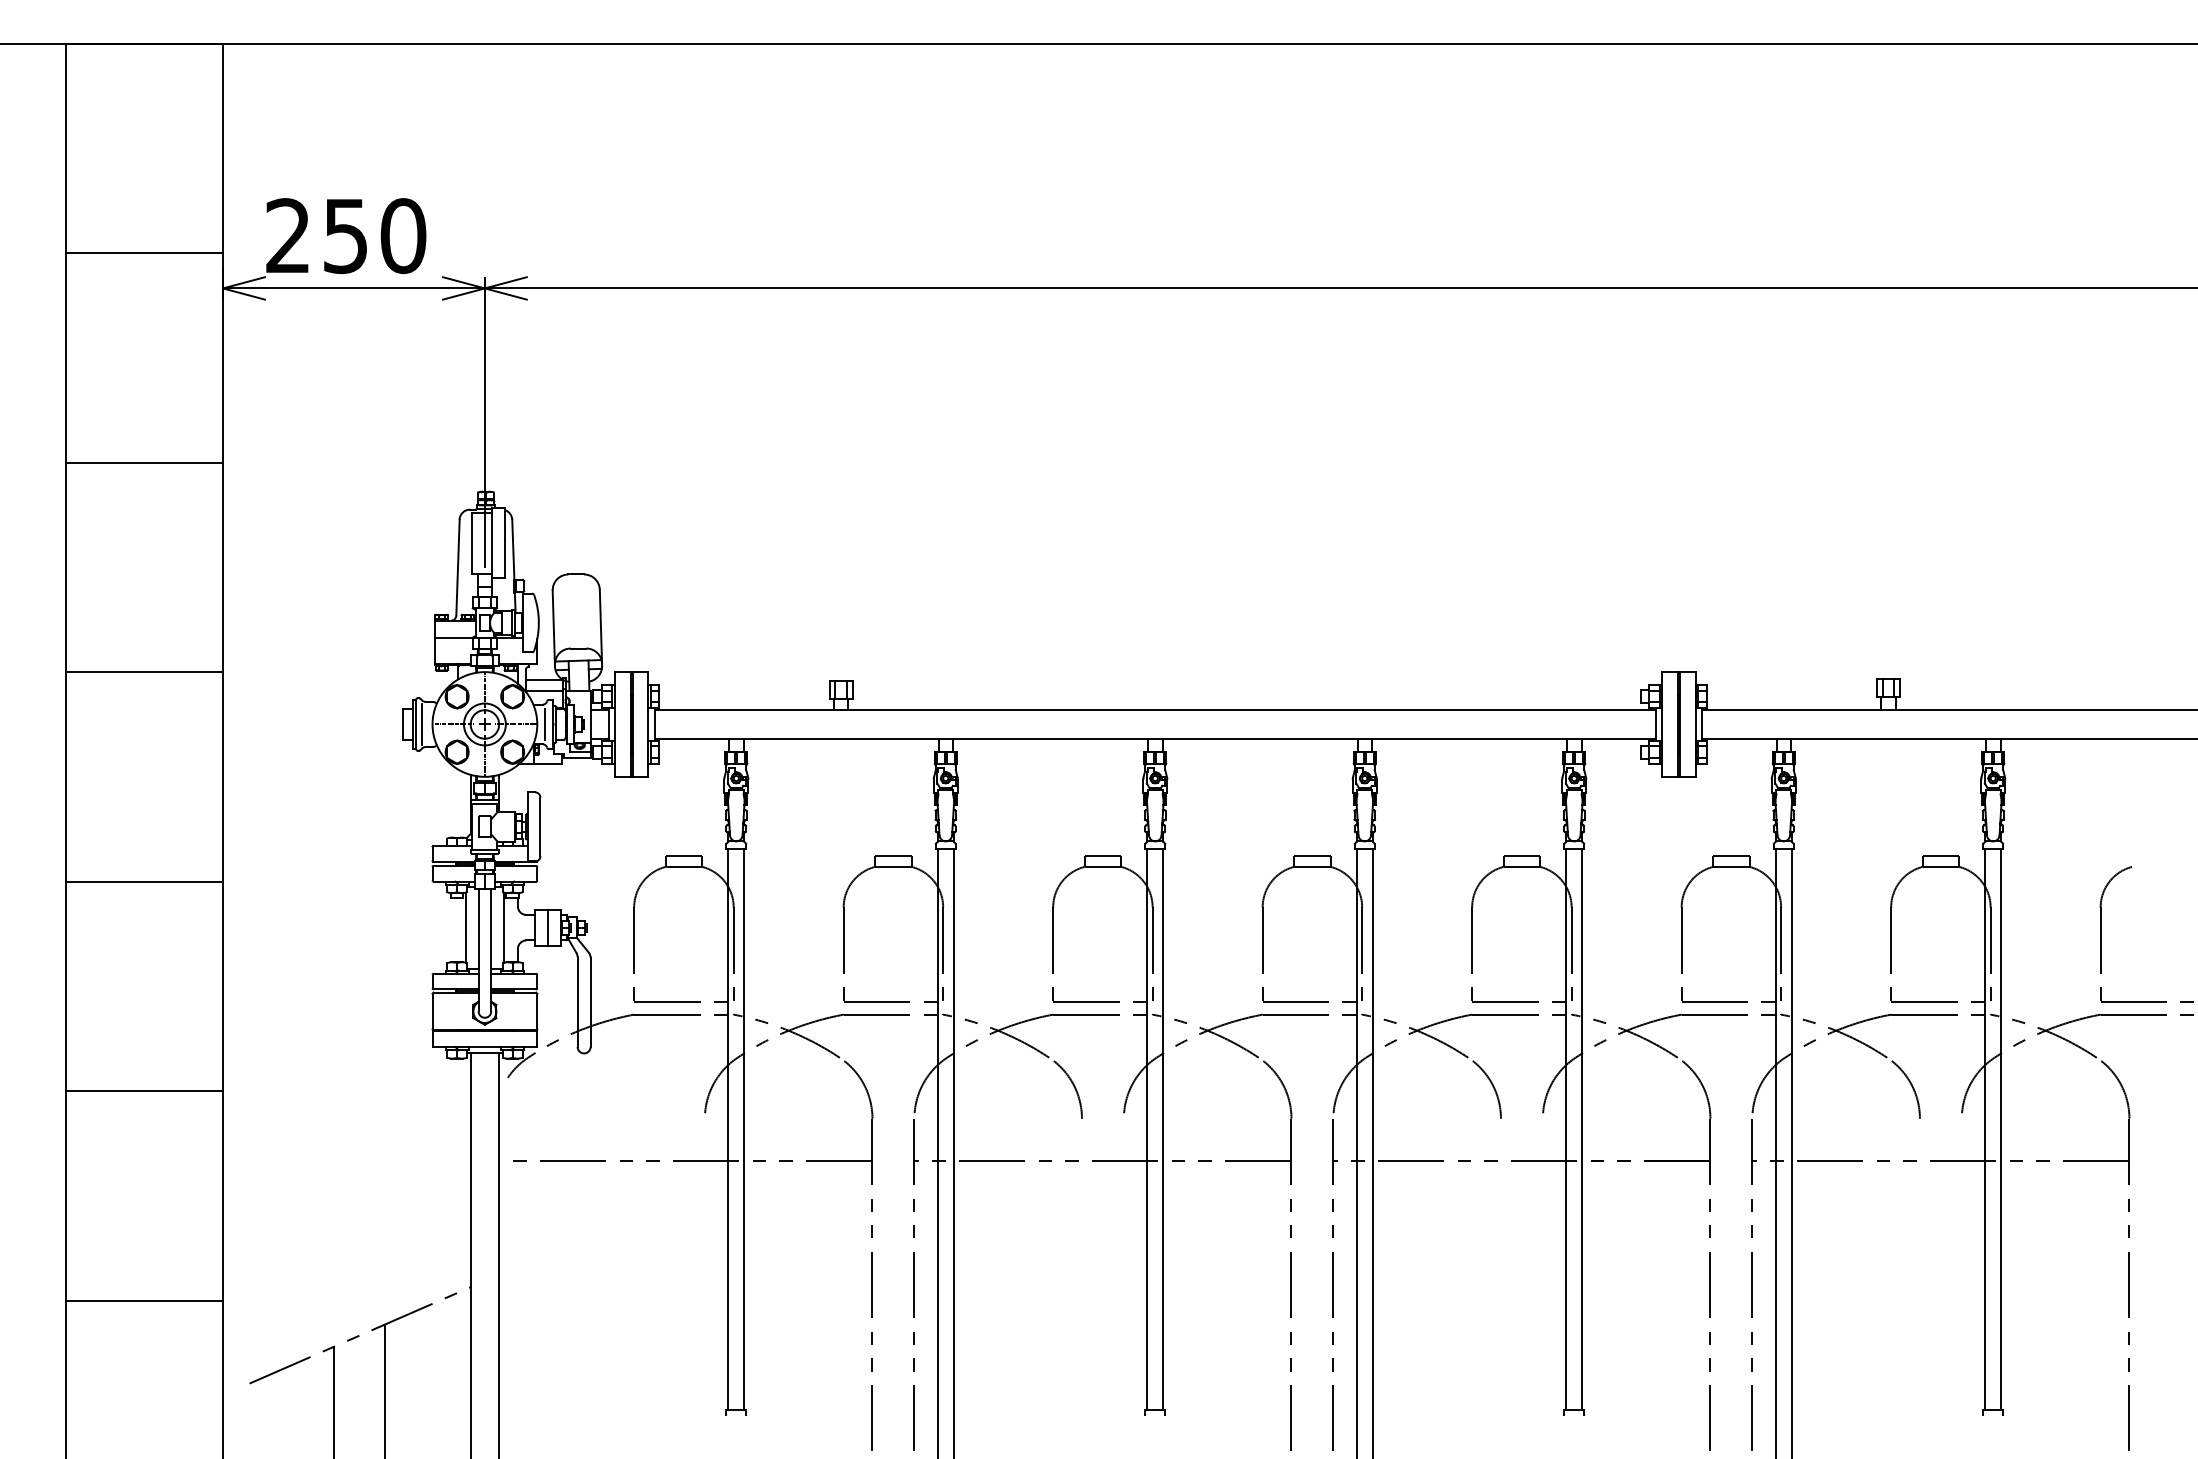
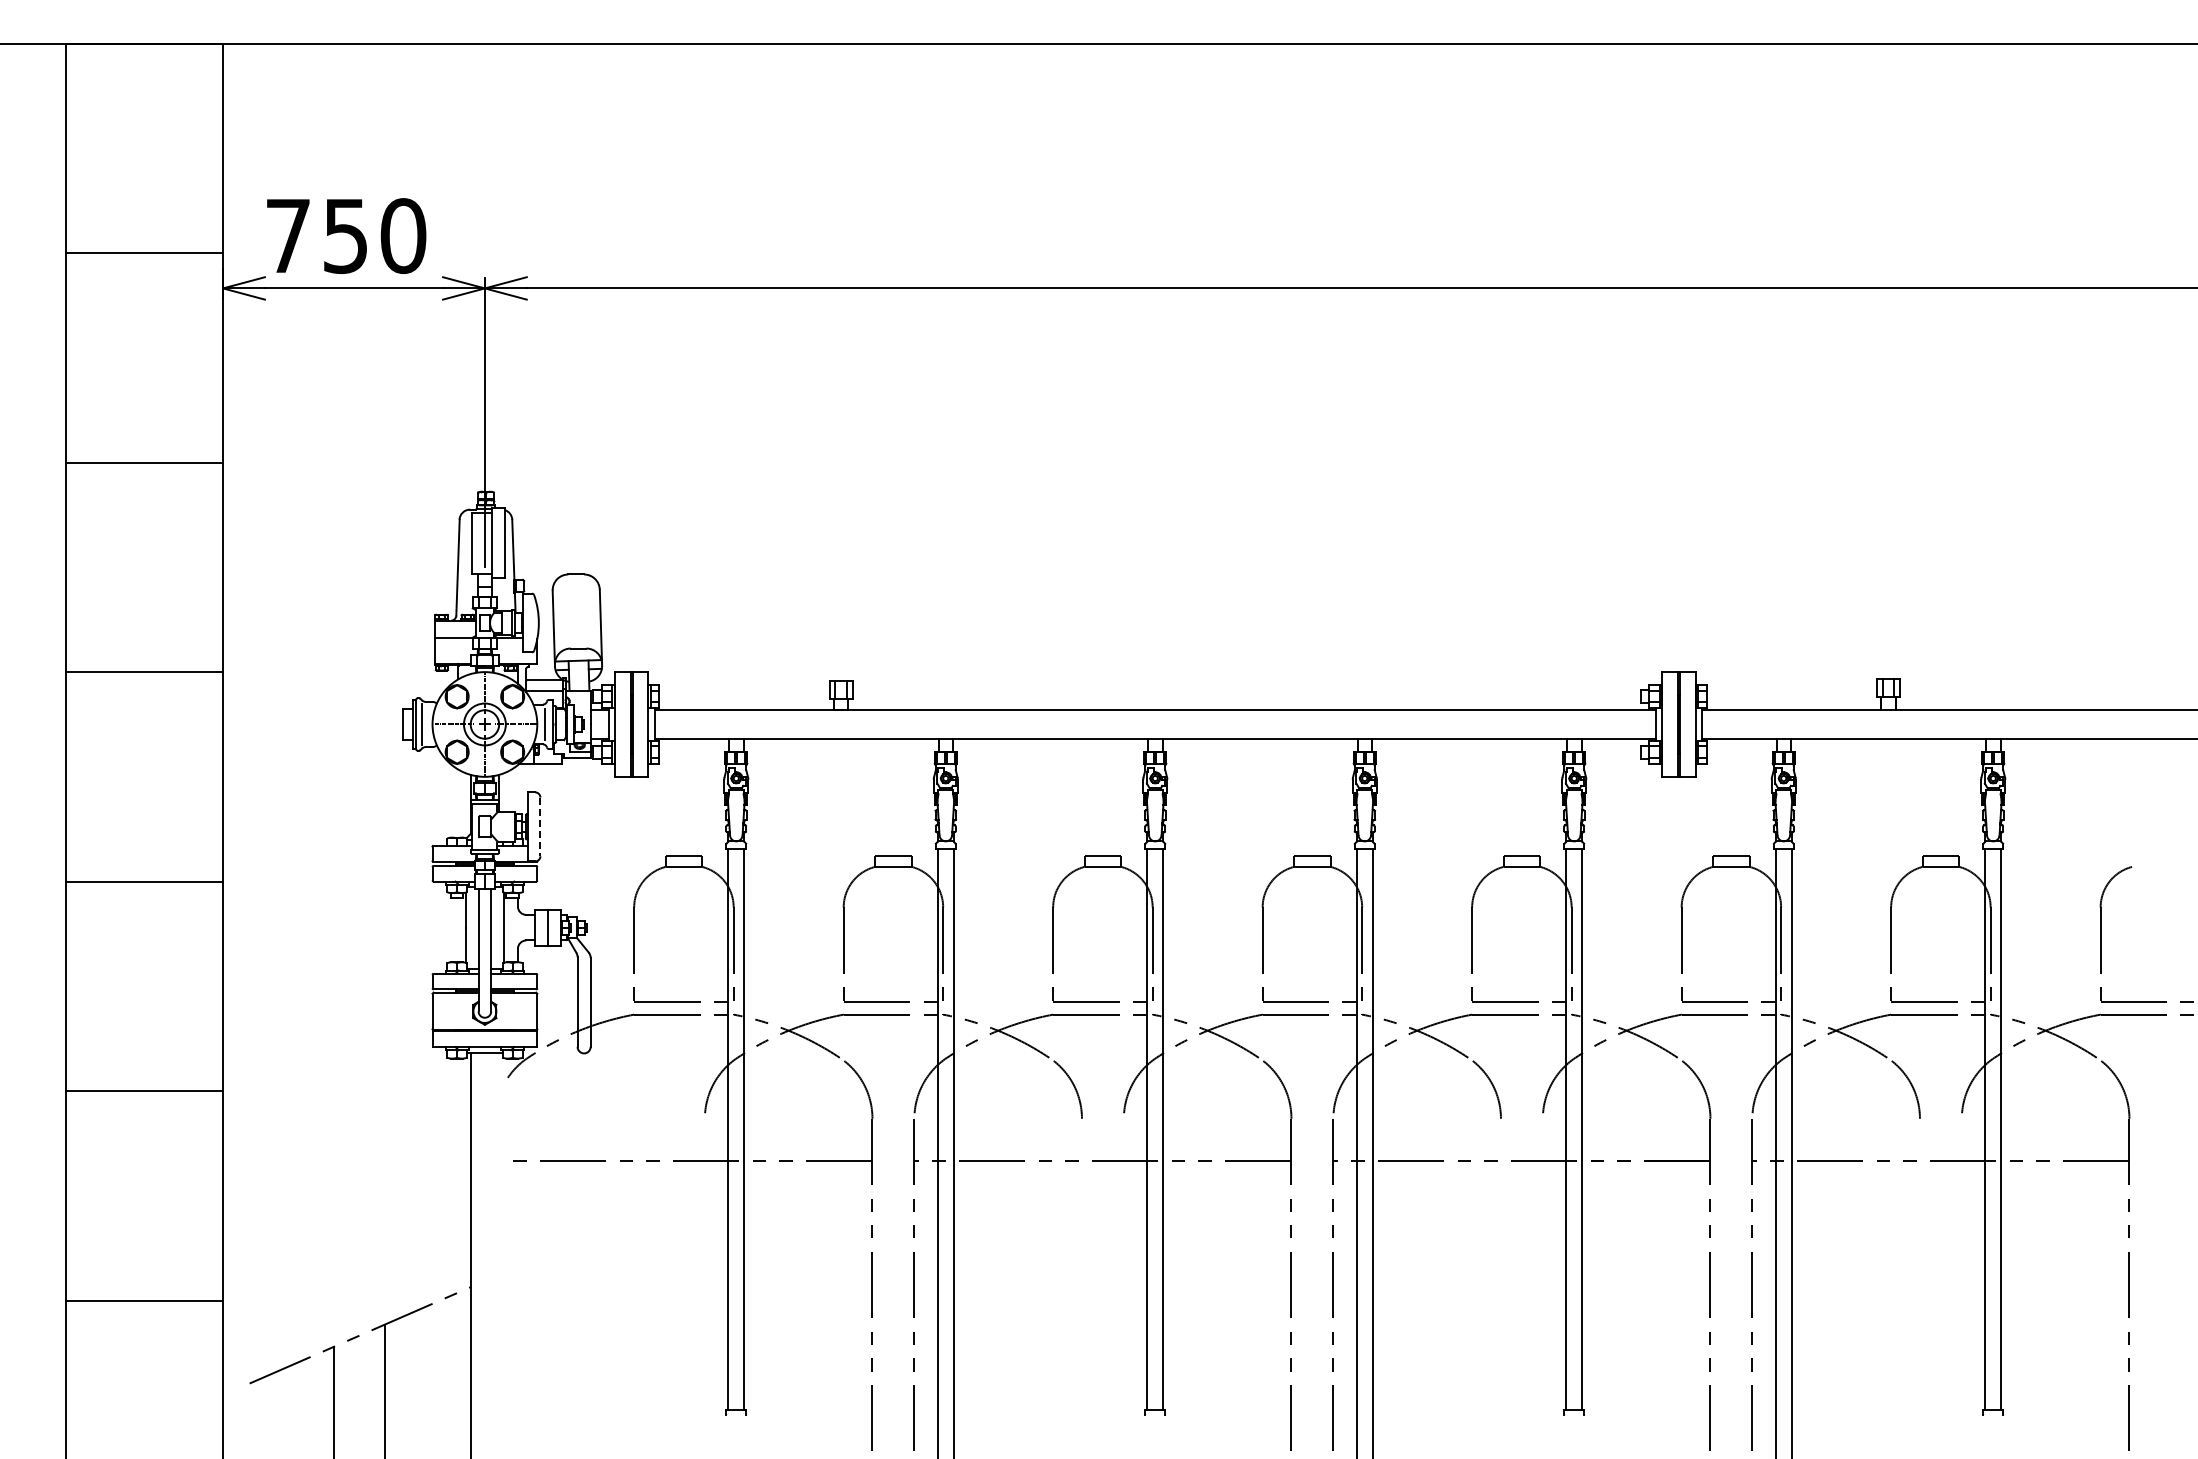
text at (287, 235): 250 -> 750
line at (540, 827): solid -> dashed
line at (499, 1254): present -> none
